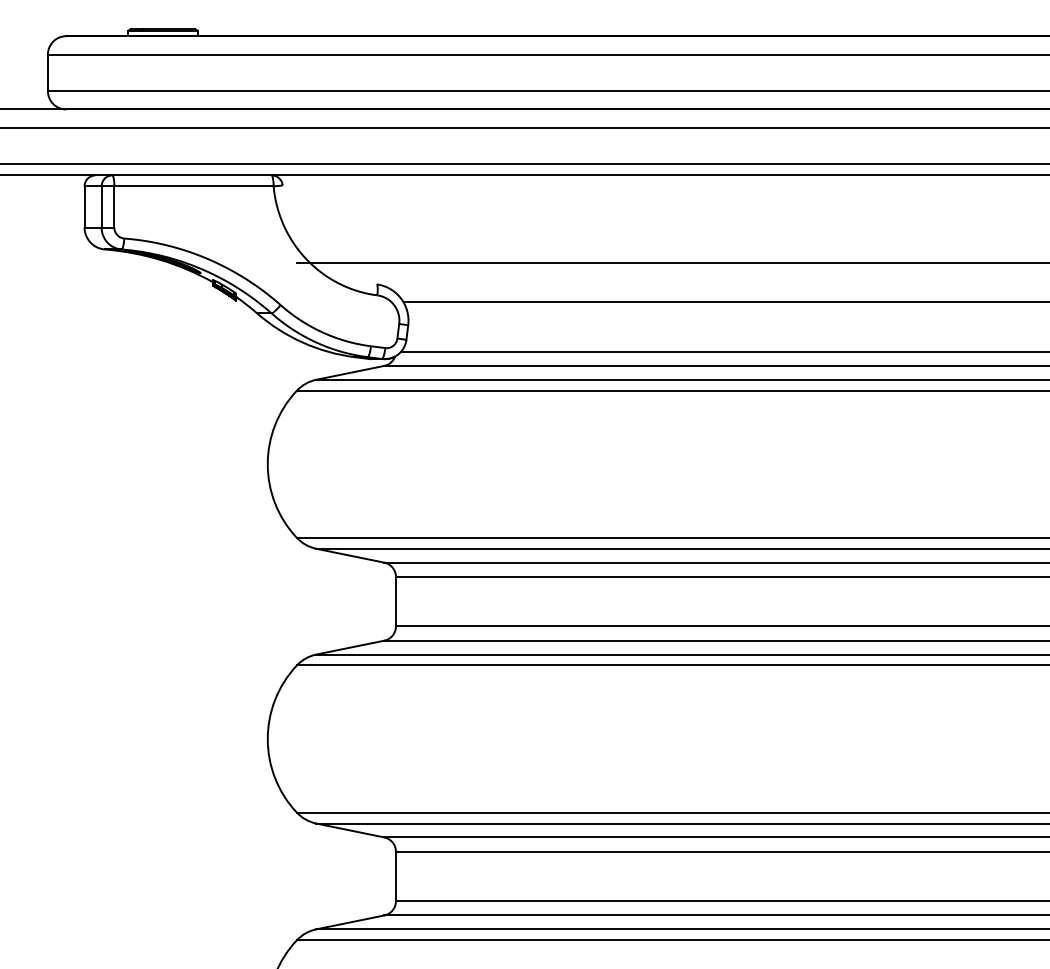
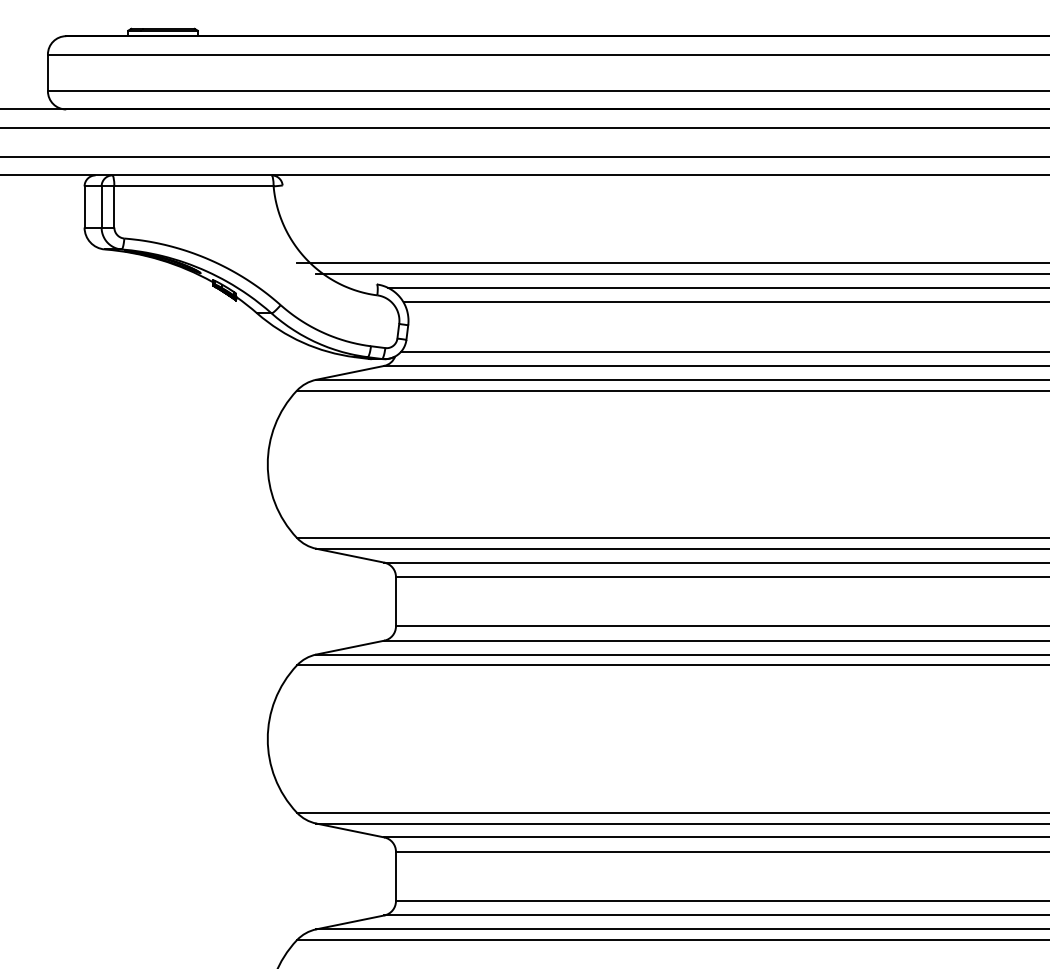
line at (524, 164) position: (524, 164) -> (524, 157)
line at (681, 274): none -> present
line at (717, 287): none -> present
